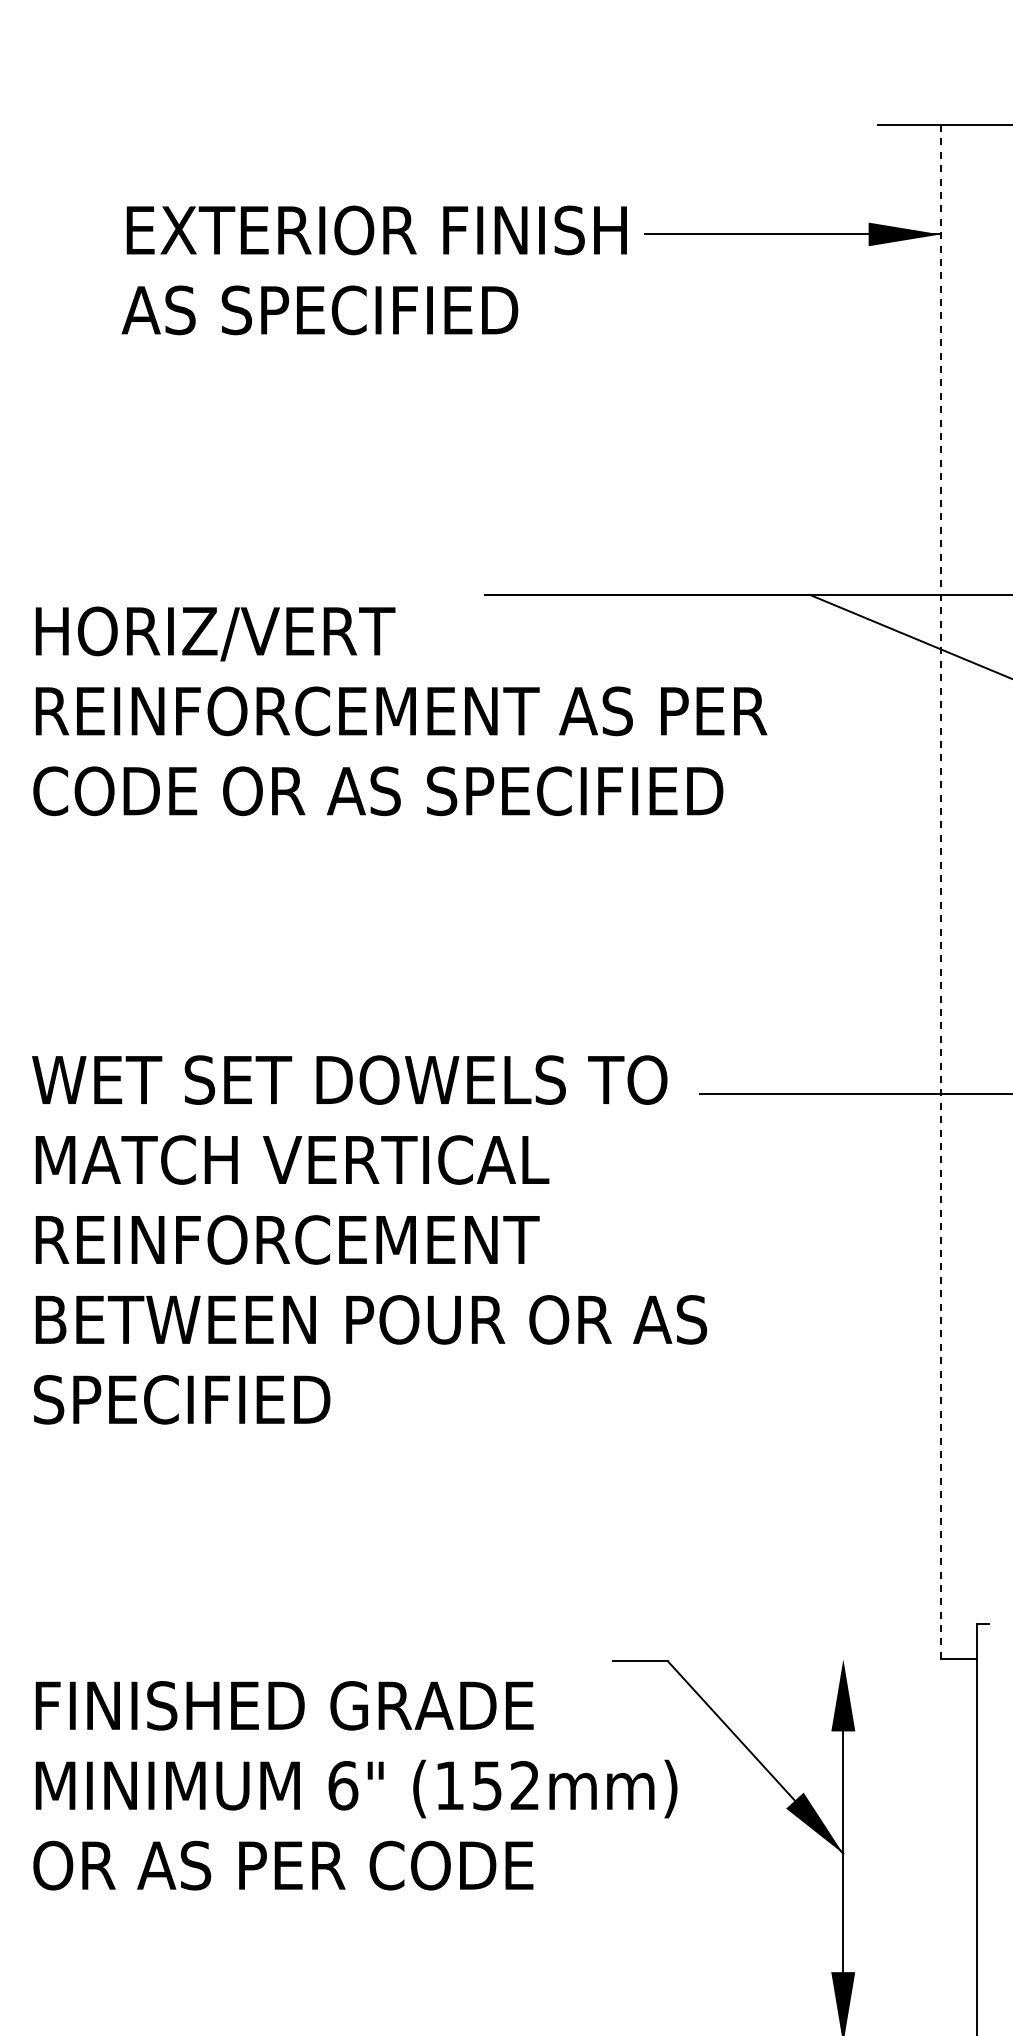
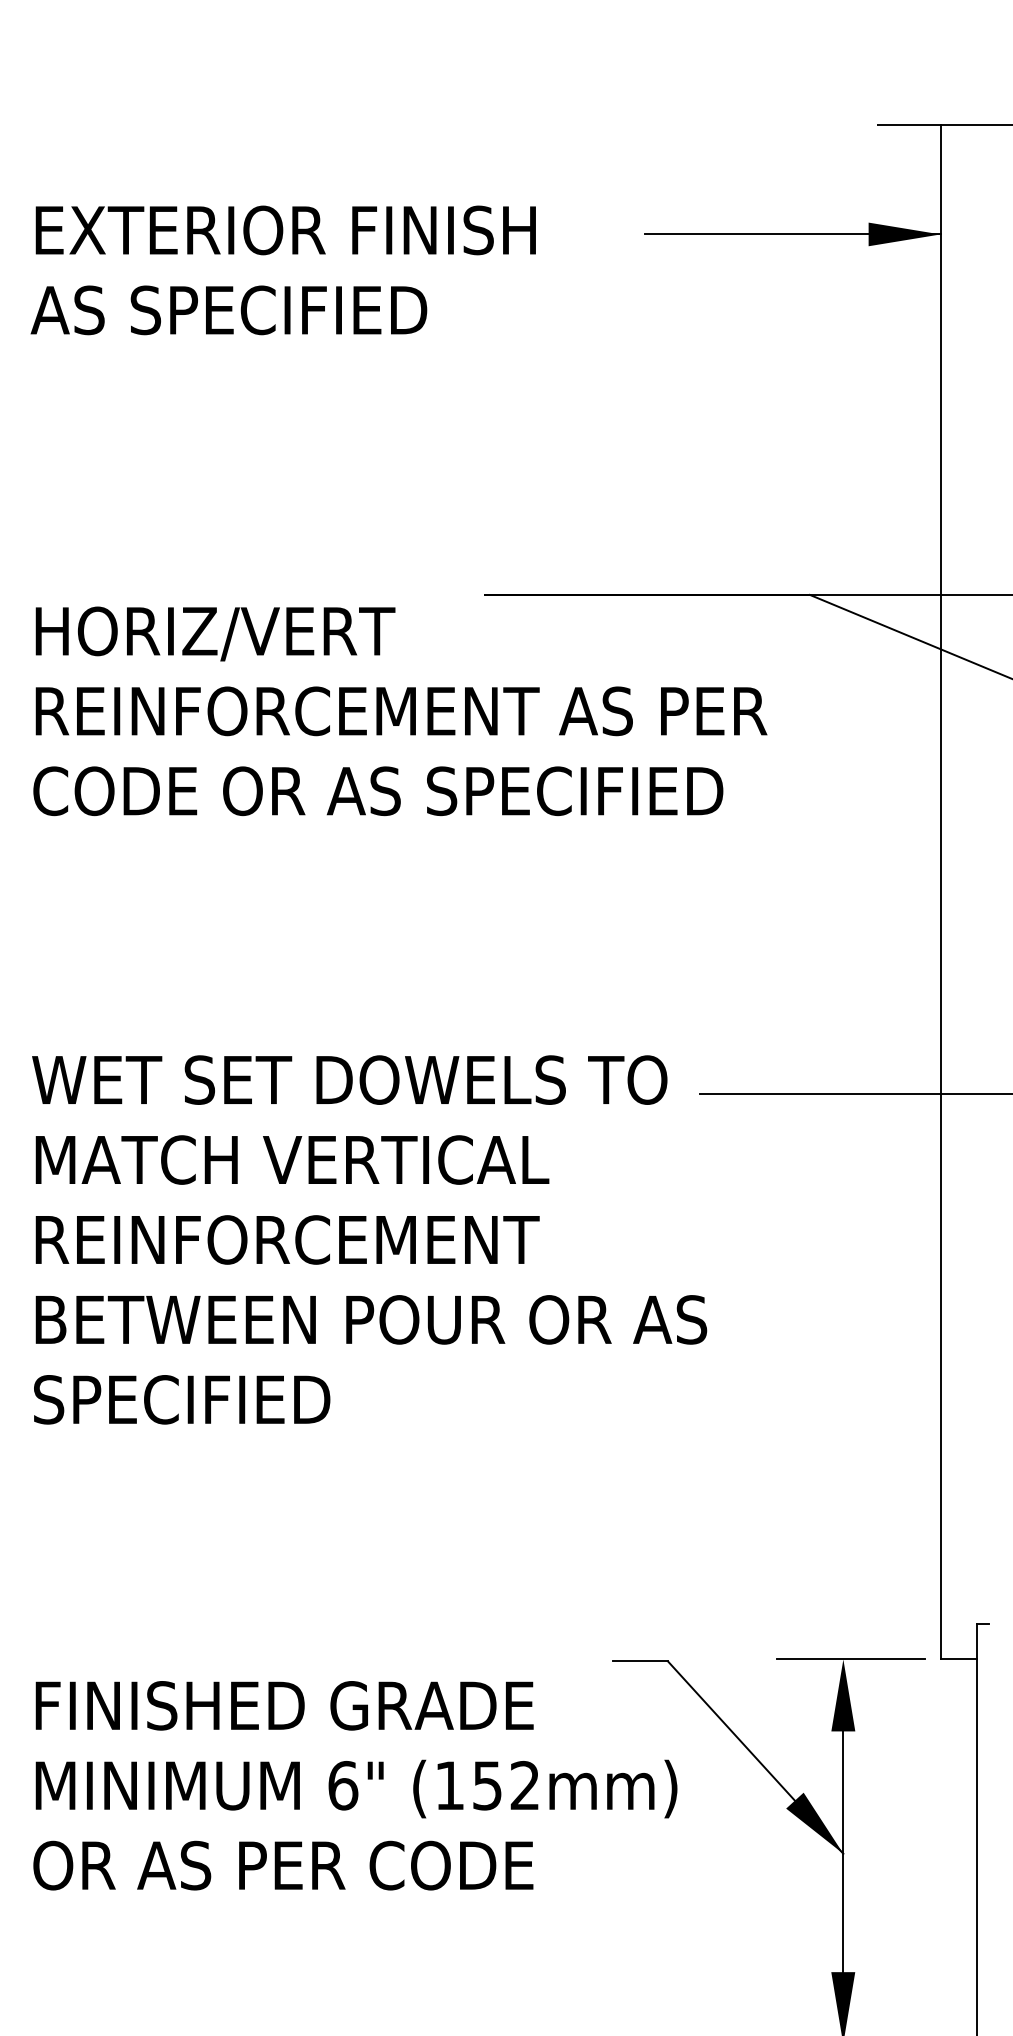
text at (373, 270) position: (373, 270) -> (282, 270)
line at (940, 892): dashed -> solid
line at (850, 1659): none -> present
